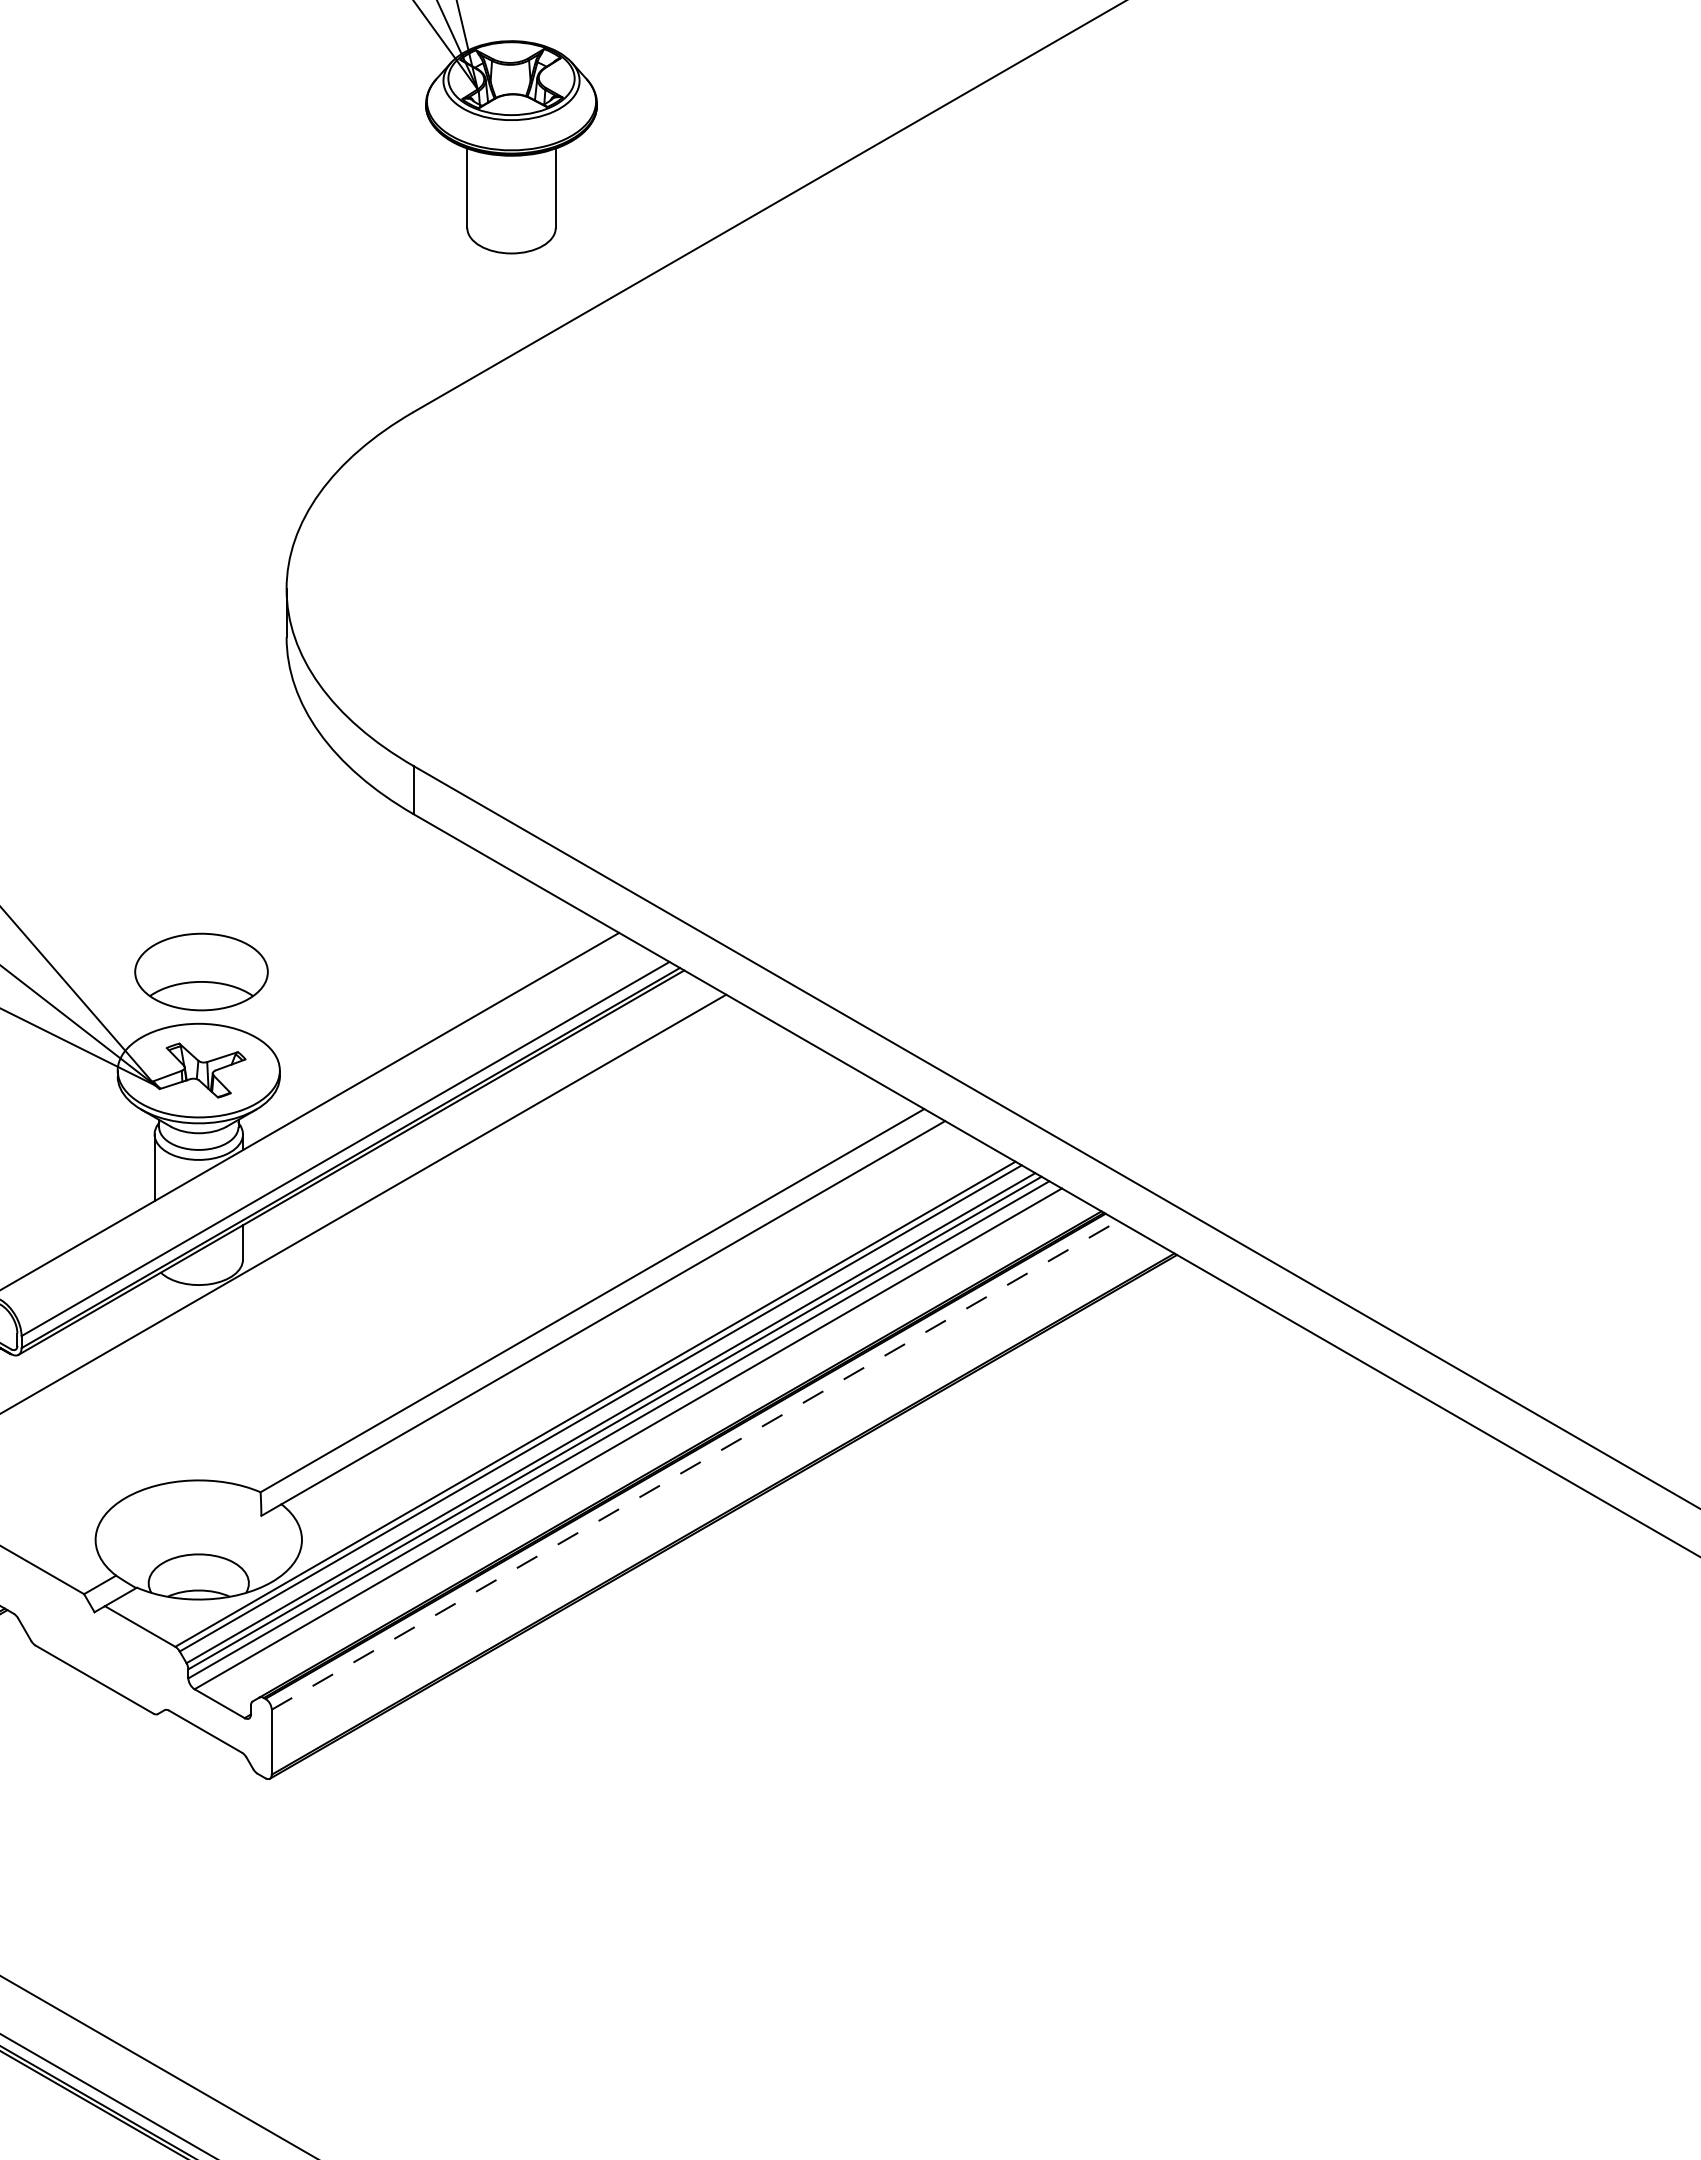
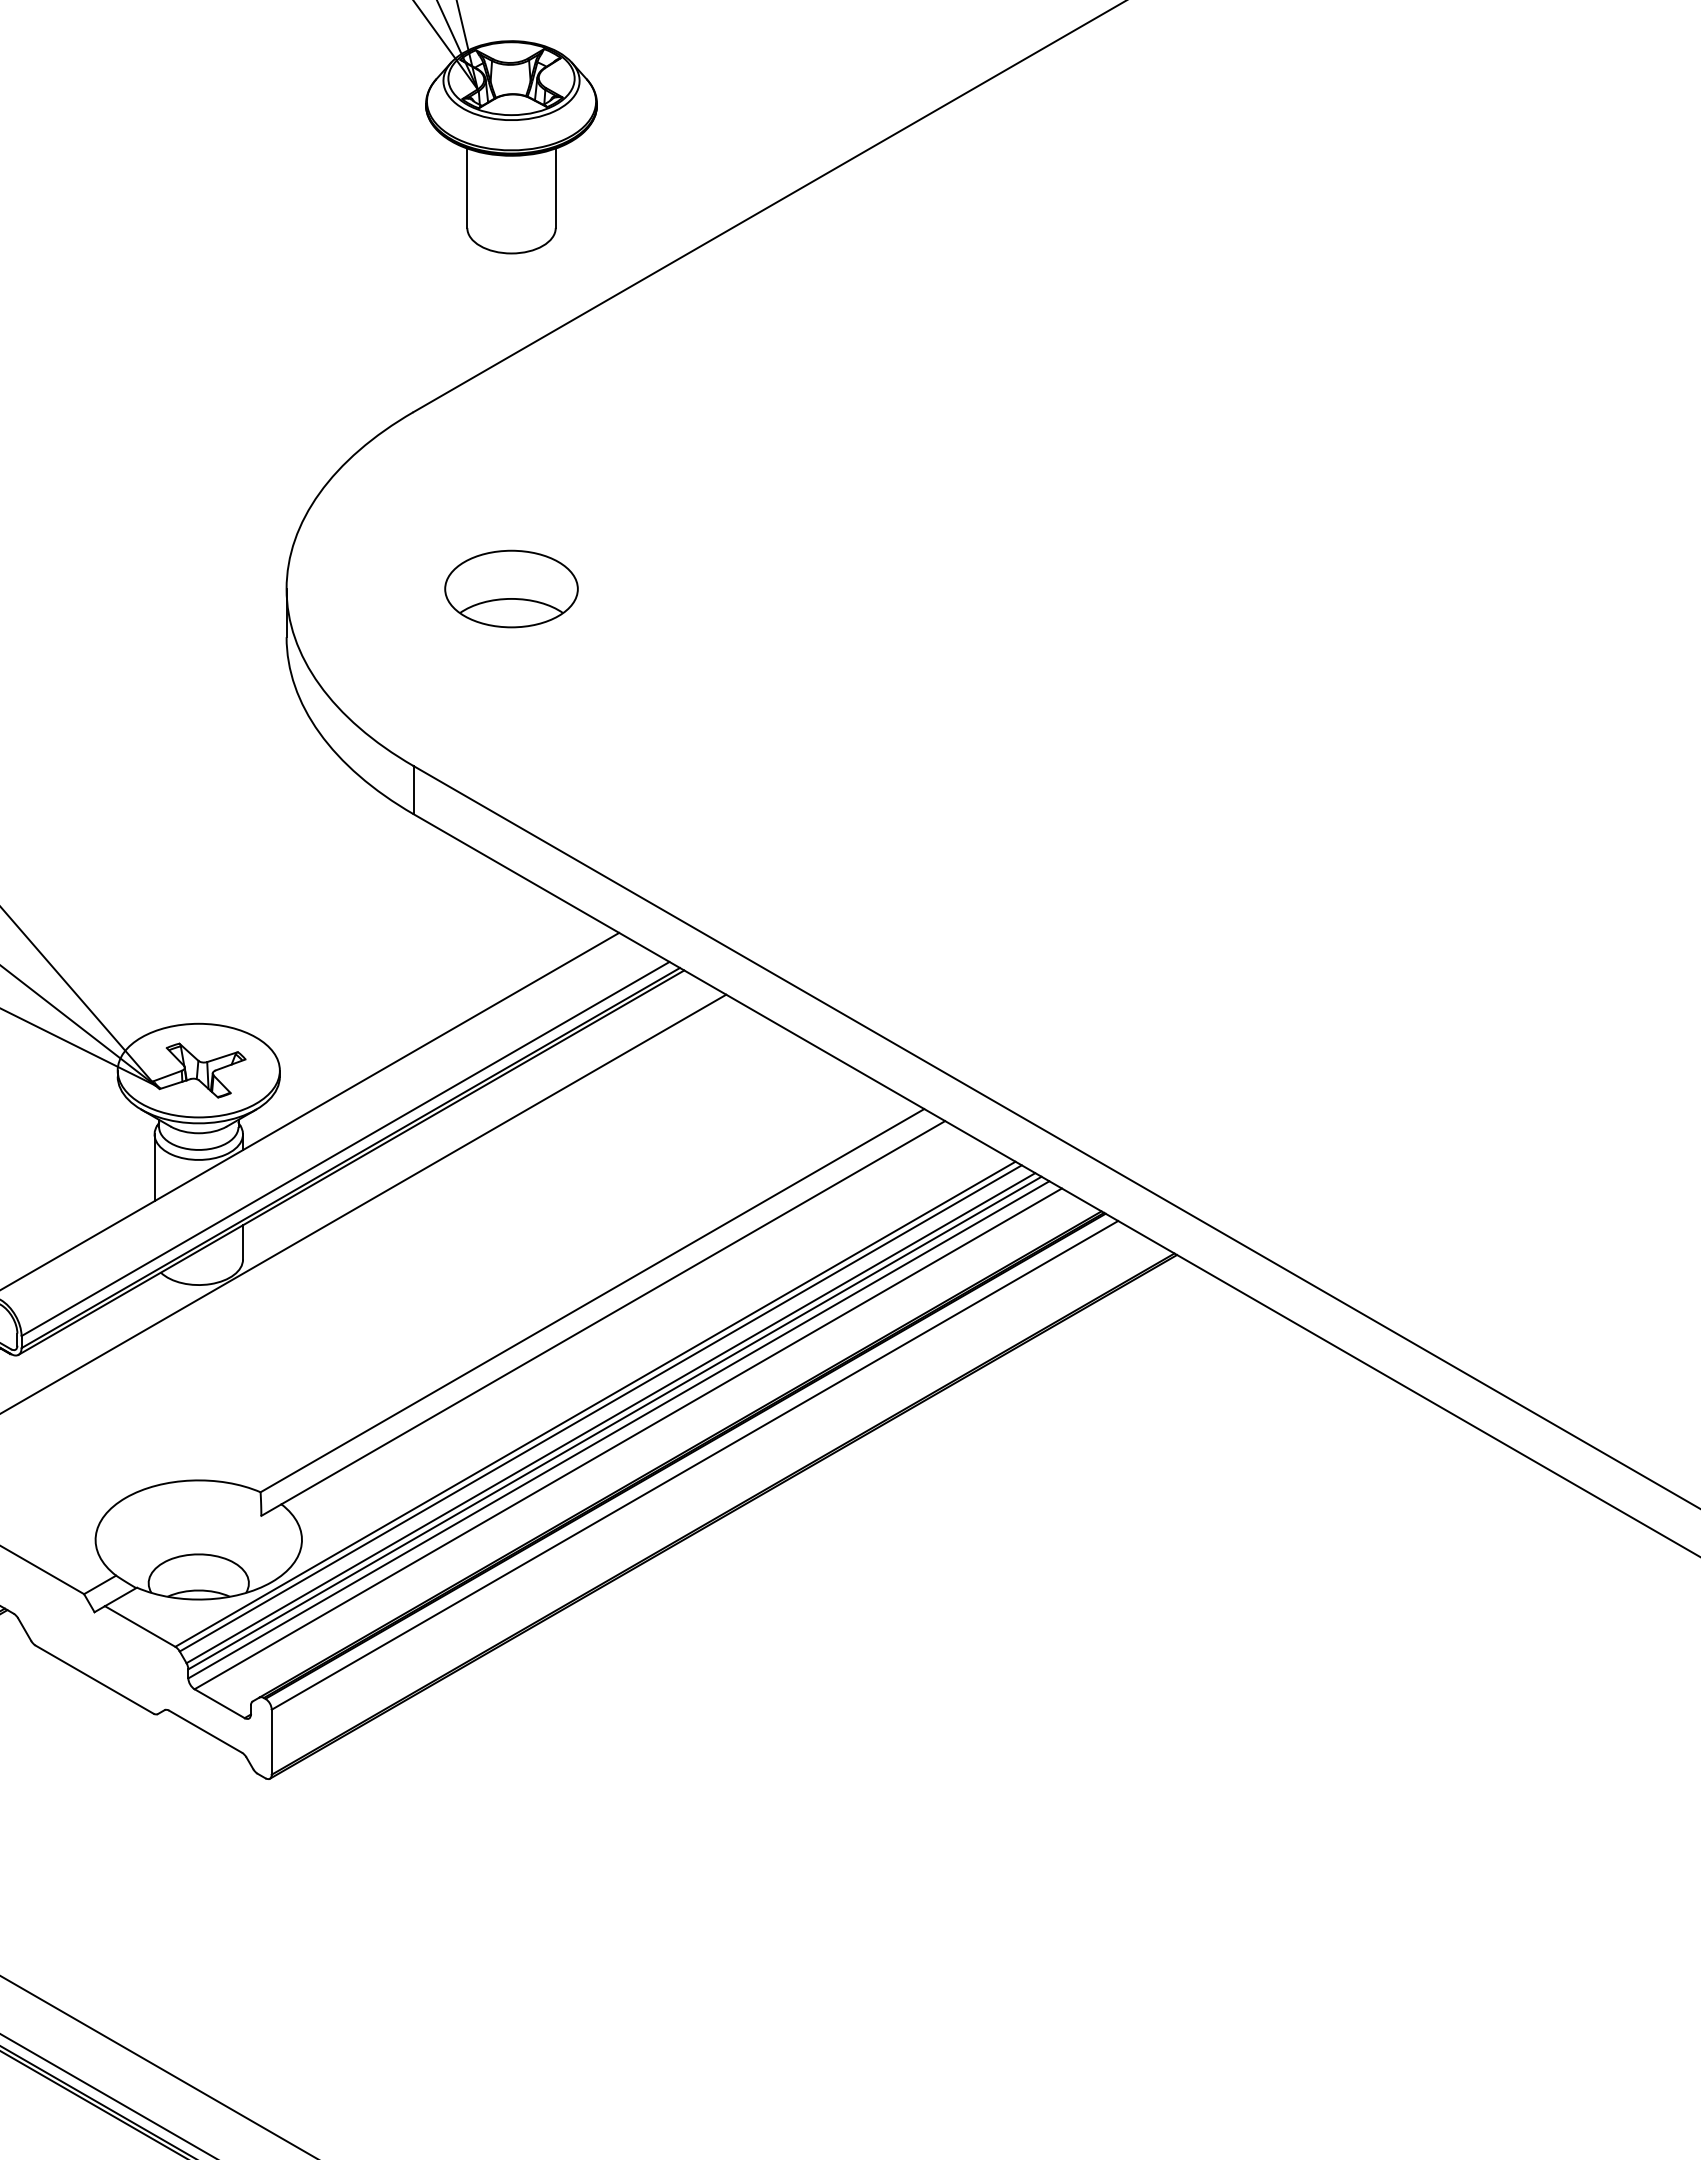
part at (201, 971) position: (201, 971) -> (511, 588)
line at (695, 1465): dashed -> solid
